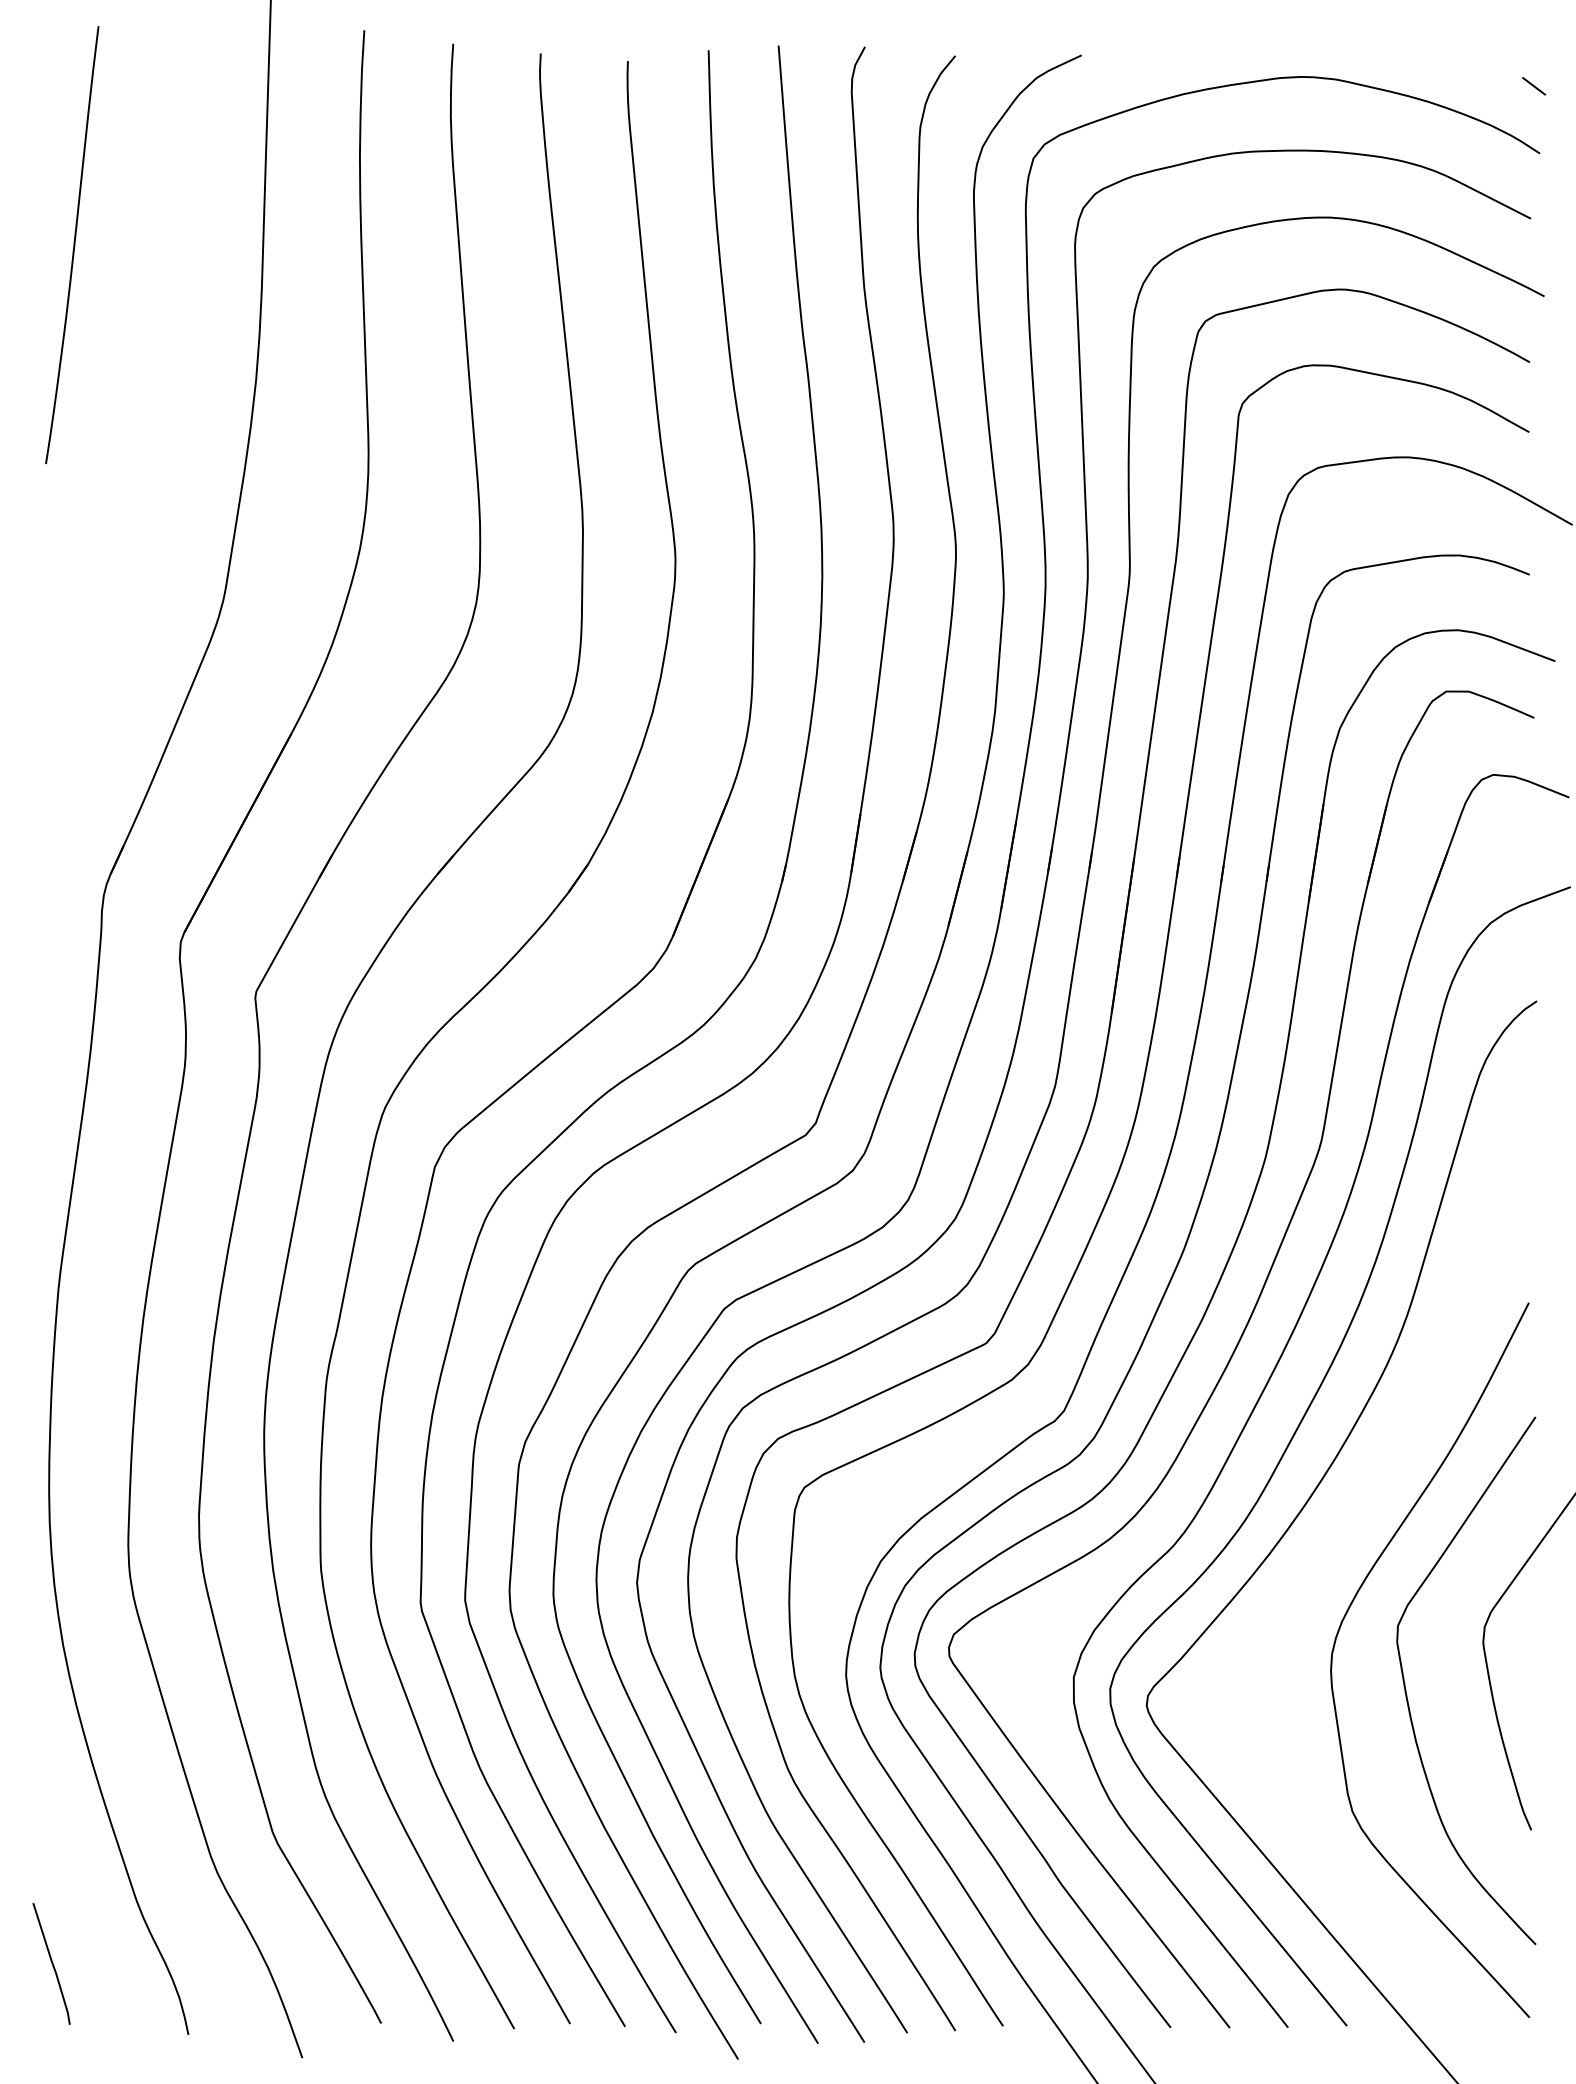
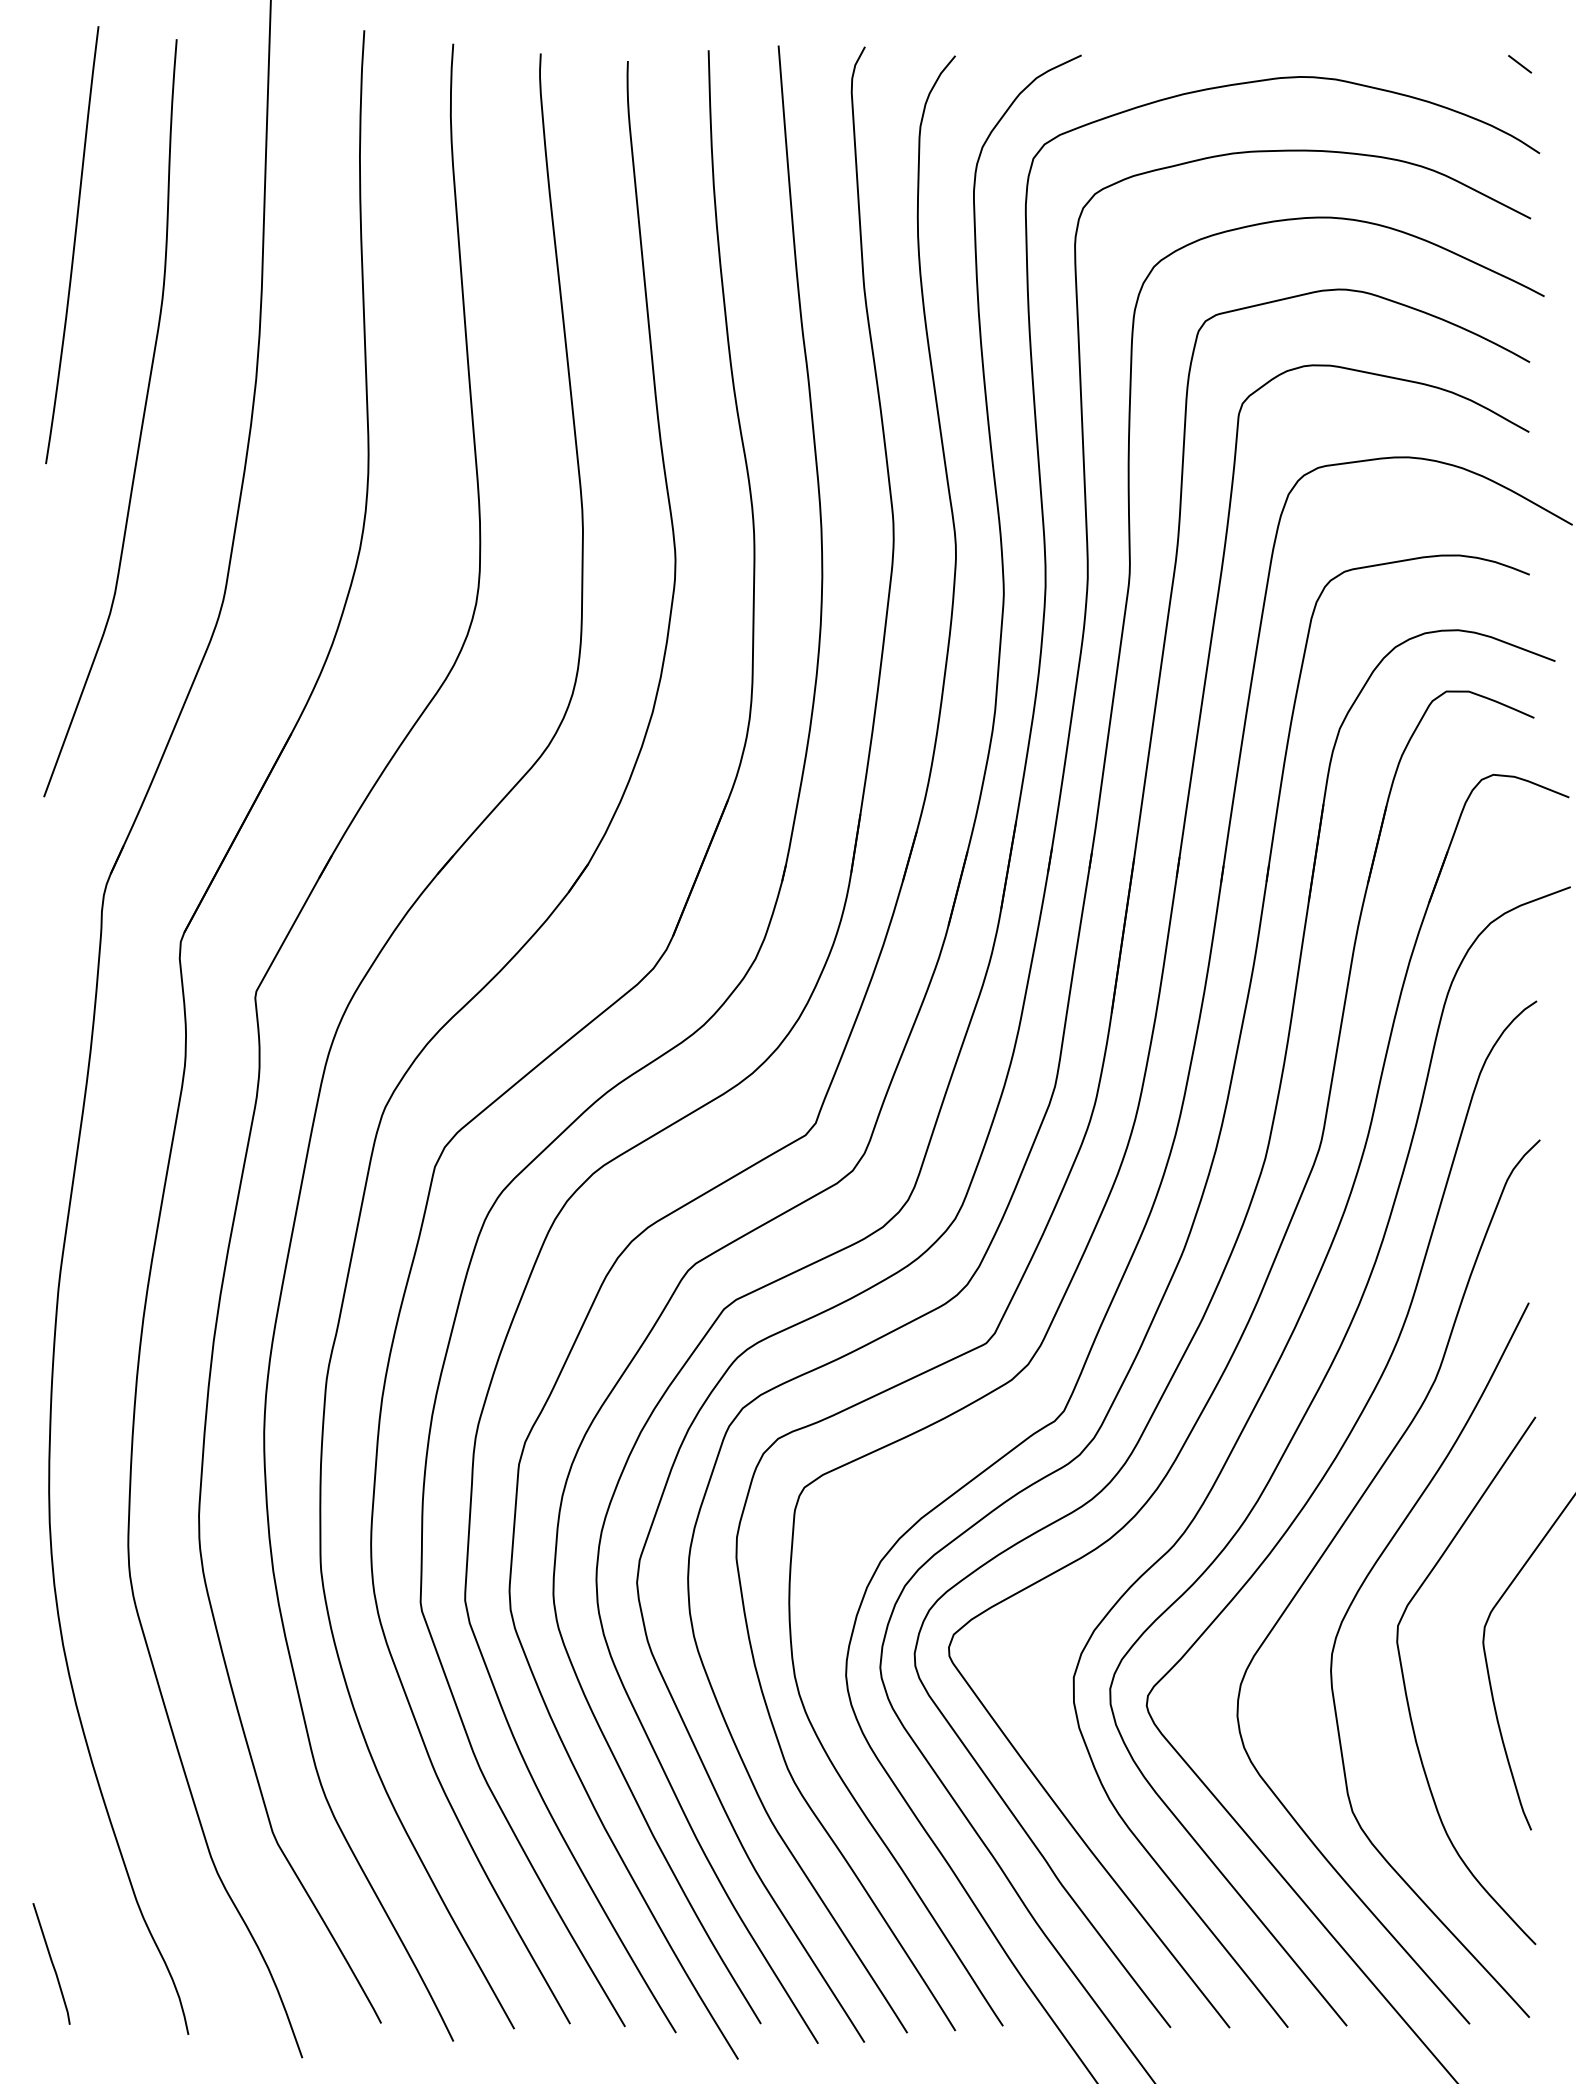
line at (1534, 86) position: (1534, 86) -> (1520, 64)
curve at (141, 422): none -> present
curve at (1332, 1542): none -> present
